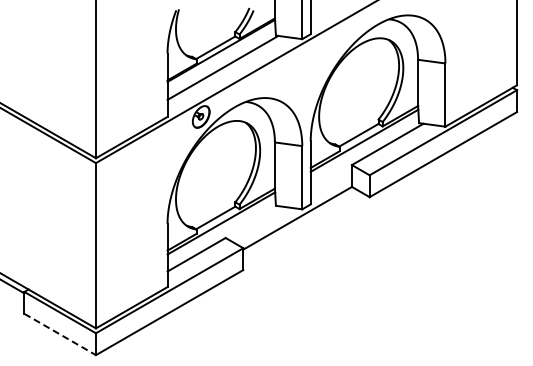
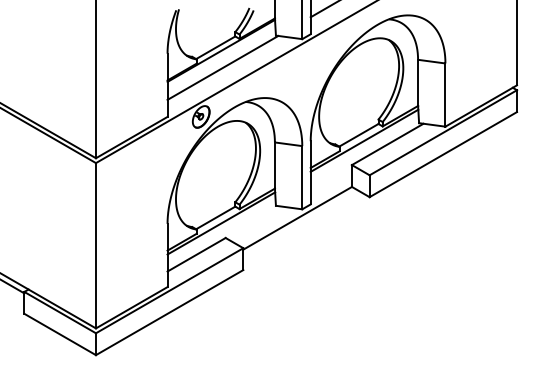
line at (323, 9): none -> present
line at (60, 334): dashed -> solid
